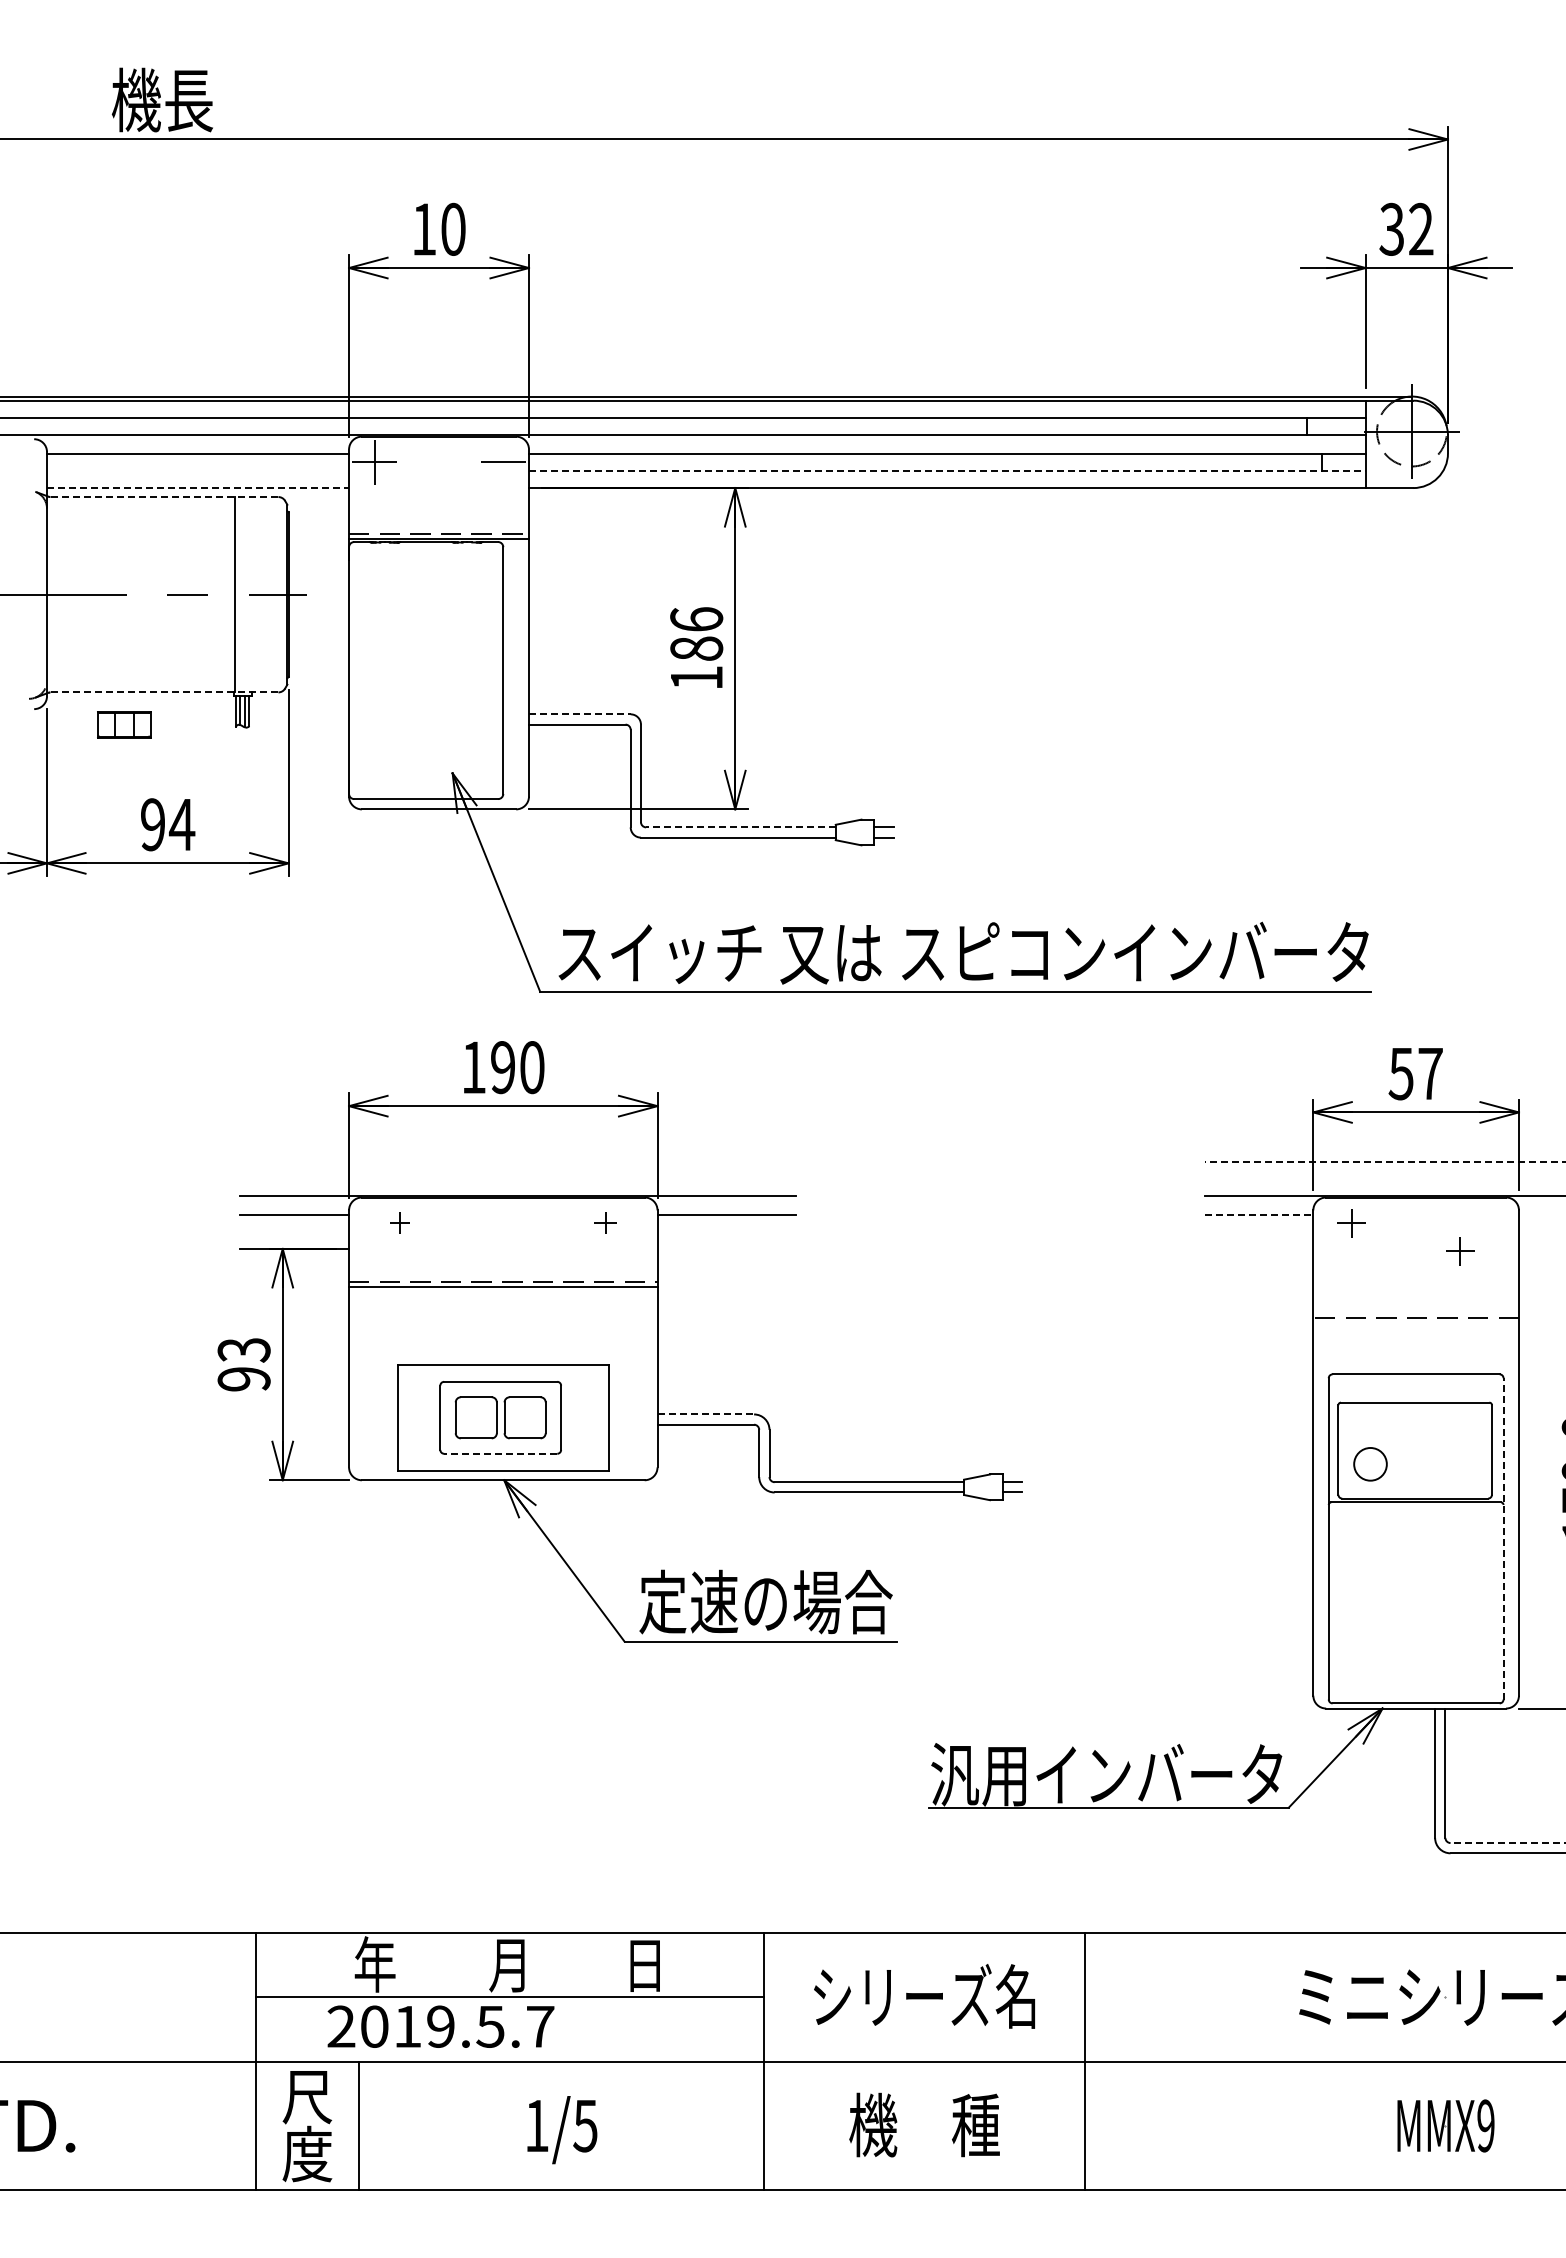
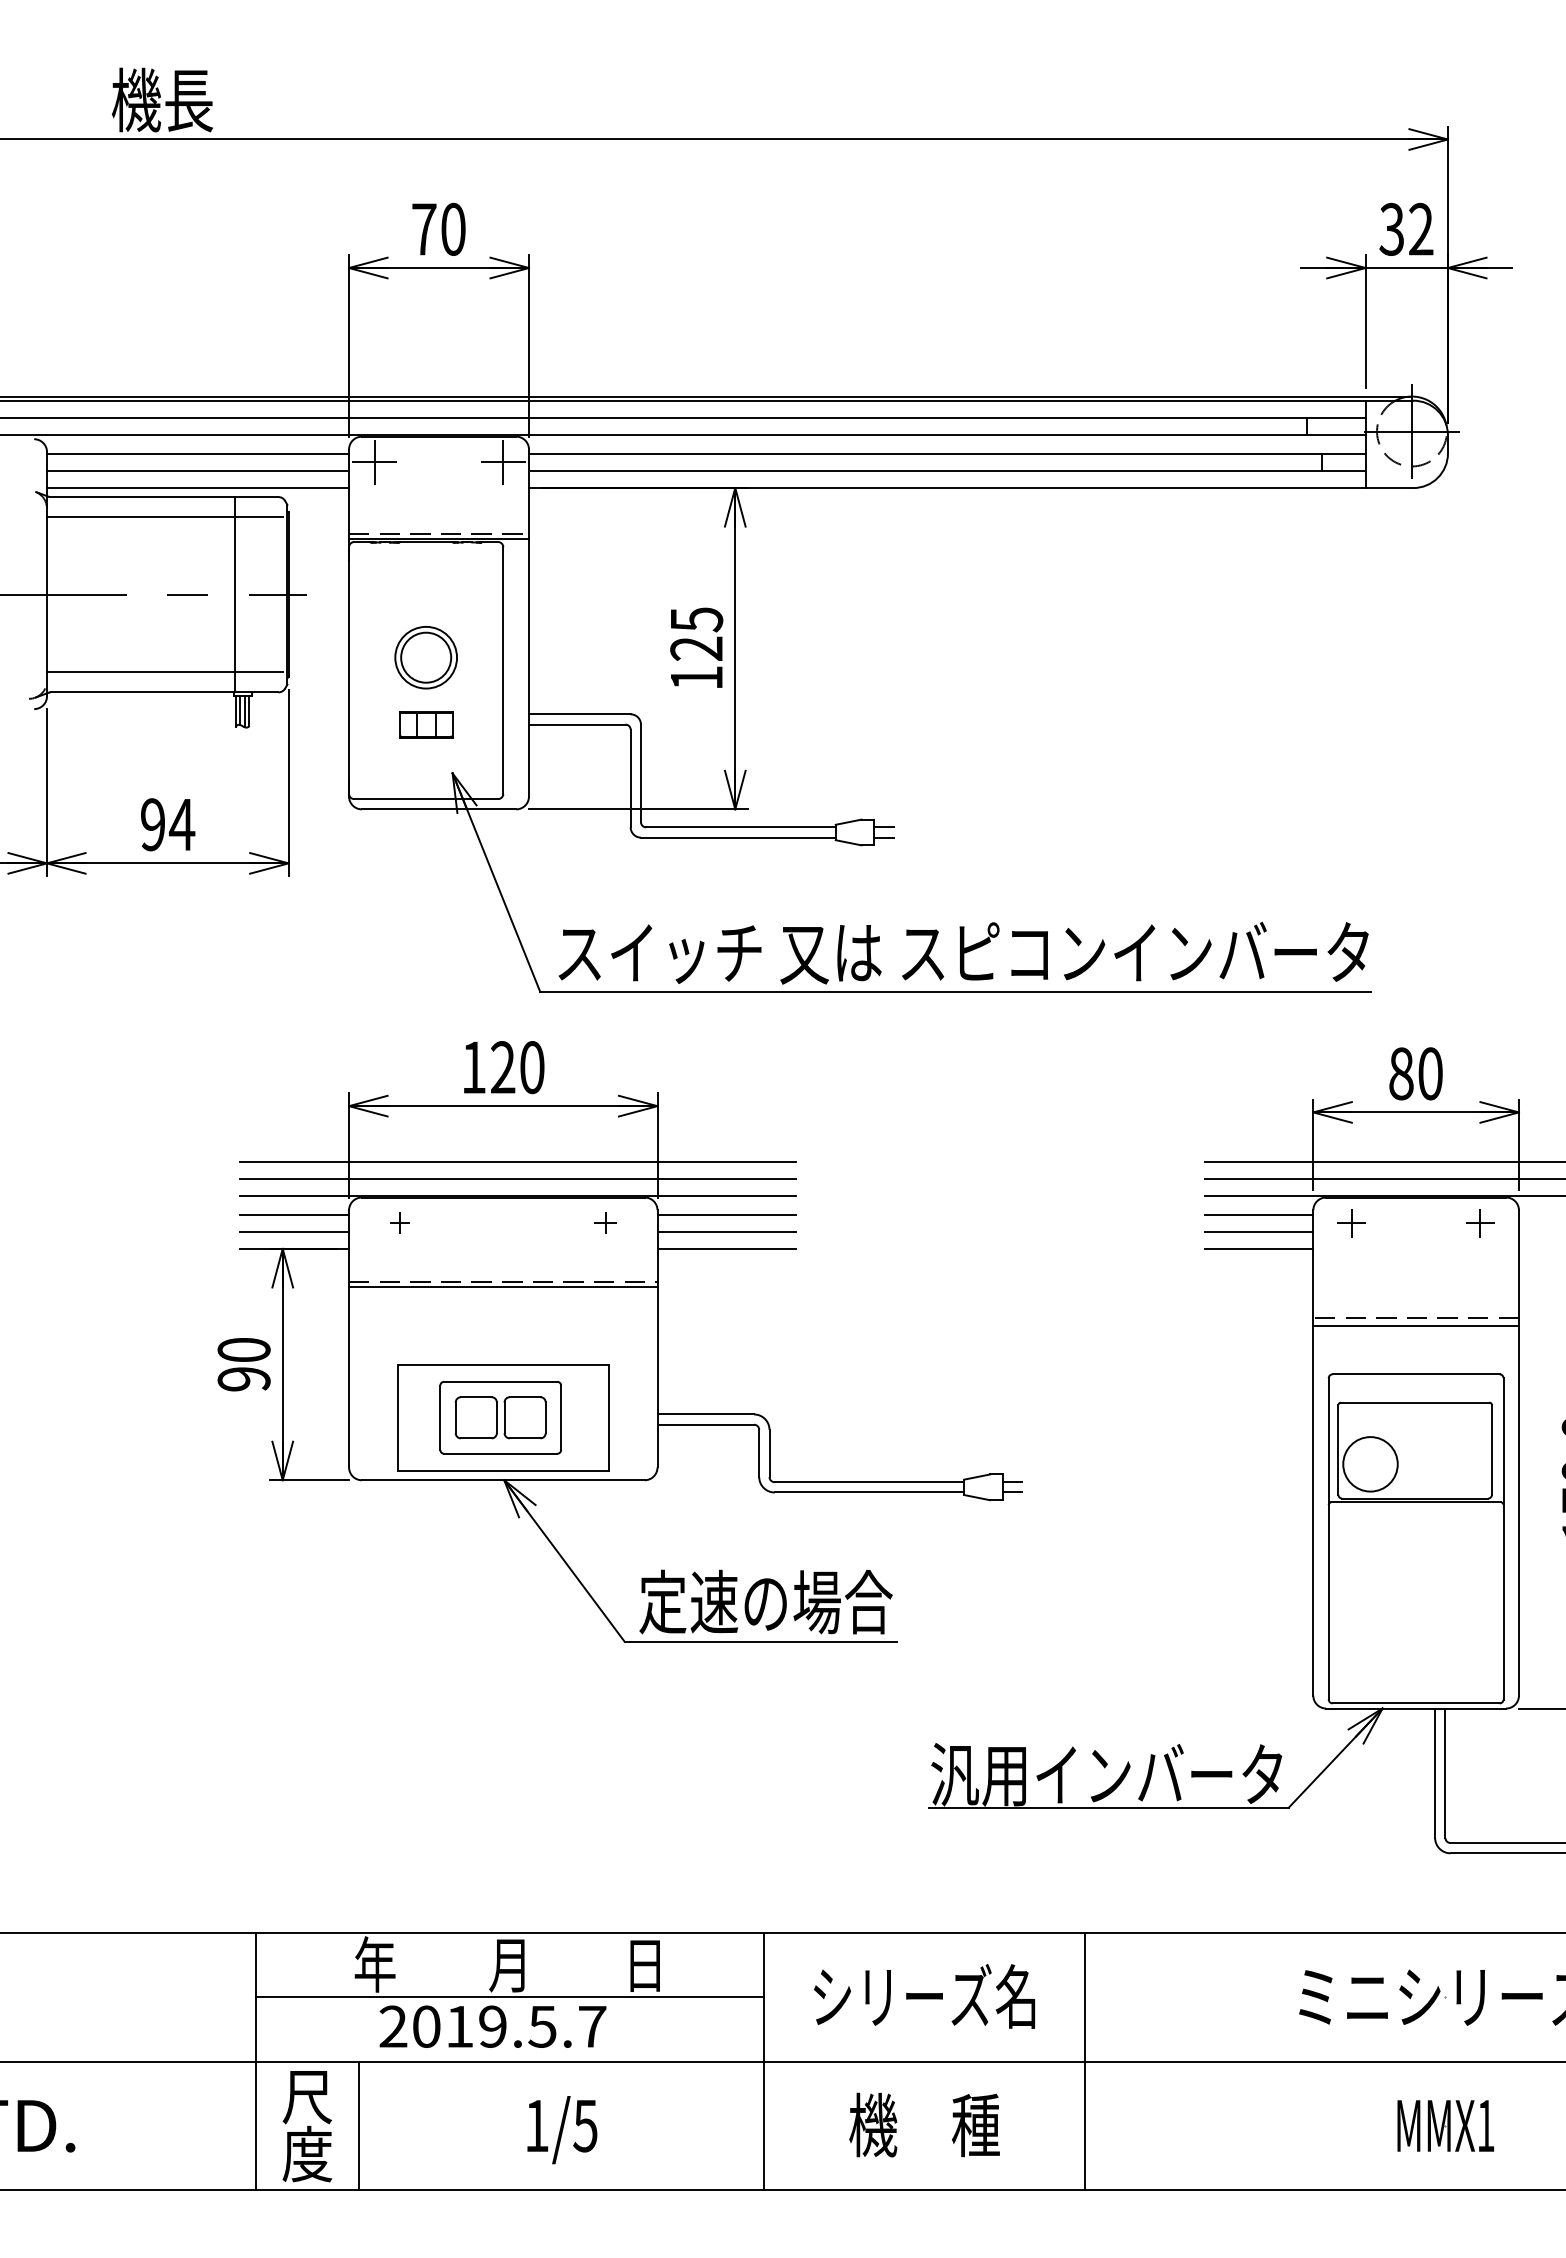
text at (424, 229): 10 -> 70
line at (503, 461): none -> present
line at (198, 470): none -> present
line at (947, 470): dashed -> solid
line at (198, 488): dashed -> solid
line at (164, 497): dashed -> solid
line at (165, 516): none -> present
text at (696, 633): 186 -> 125
part at (425, 657): none -> present
line at (165, 672): none -> present
line at (164, 692): dashed -> solid
line at (579, 714): dashed -> solid
part at (124, 724) position: (124, 724) -> (426, 724)
line at (740, 827): dashed -> solid
text at (503, 1067): 190 -> 120
text at (1415, 1073): 57 -> 80
line at (517, 1161): none -> present
line at (1384, 1161): dashed -> solid
line at (517, 1178): none -> present
line at (1383, 1178): none -> present
line at (1259, 1214): dashed -> solid
line at (294, 1231): none -> present
line at (726, 1231): none -> present
line at (1258, 1231): none -> present
line at (726, 1248): none -> present
line at (1258, 1248): none -> present
part at (1460, 1251) position: (1460, 1251) -> (1480, 1223)
line at (1415, 1326): none -> present
text at (243, 1350): 93 -> 90
line at (706, 1414): dashed -> solid
line at (500, 1453): dashed -> solid
circle at (1370, 1464) diameter: 33 px -> 54 px
line at (1503, 1538): dashed -> solid
line at (1507, 1843): dashed -> solid
text at (440, 2026) position: (440, 2026) -> (492, 2026)
text at (1485, 2125): MMX9 -> MMX1
